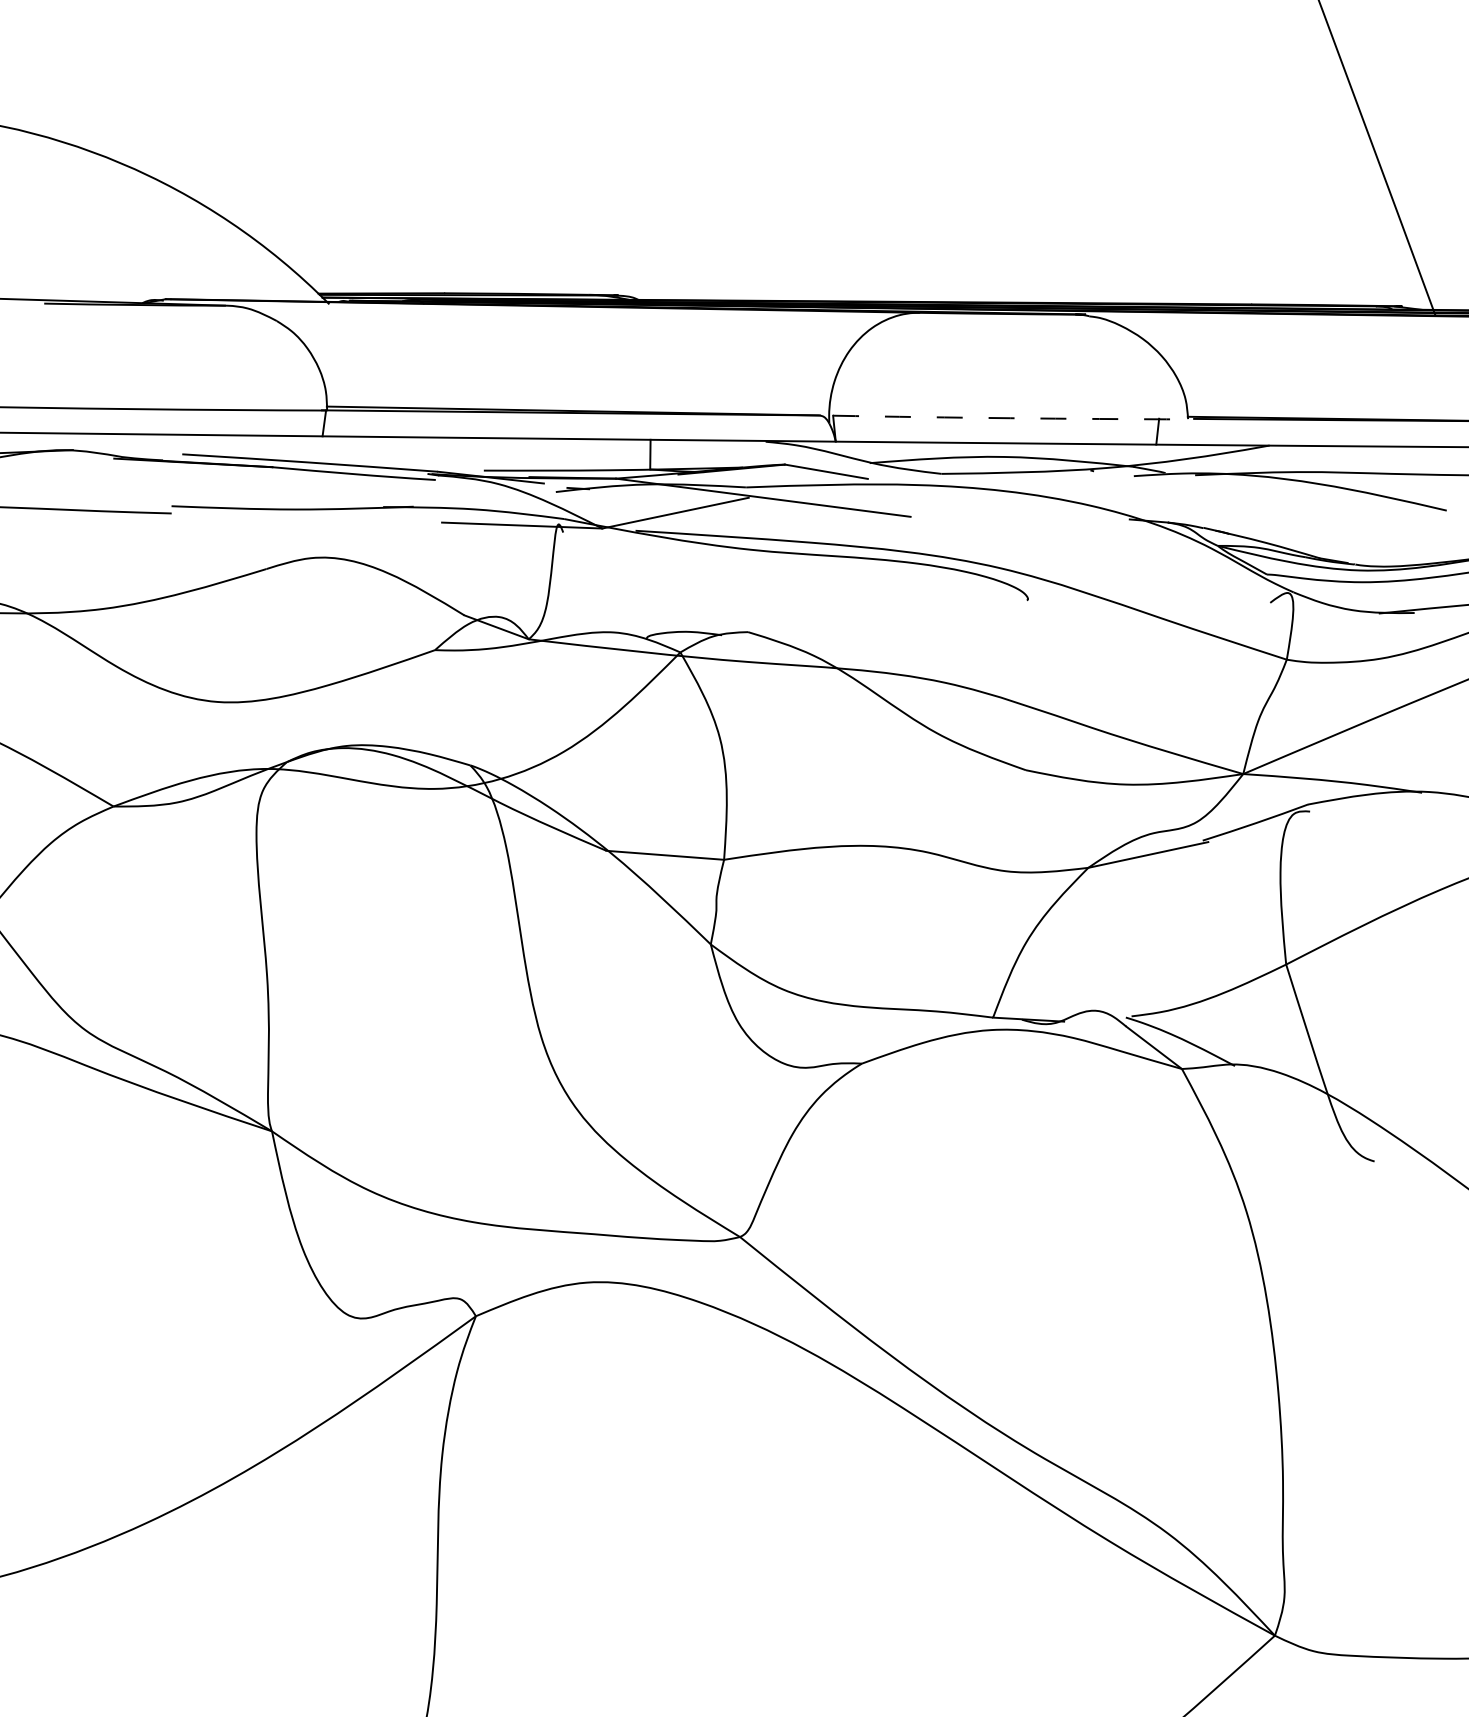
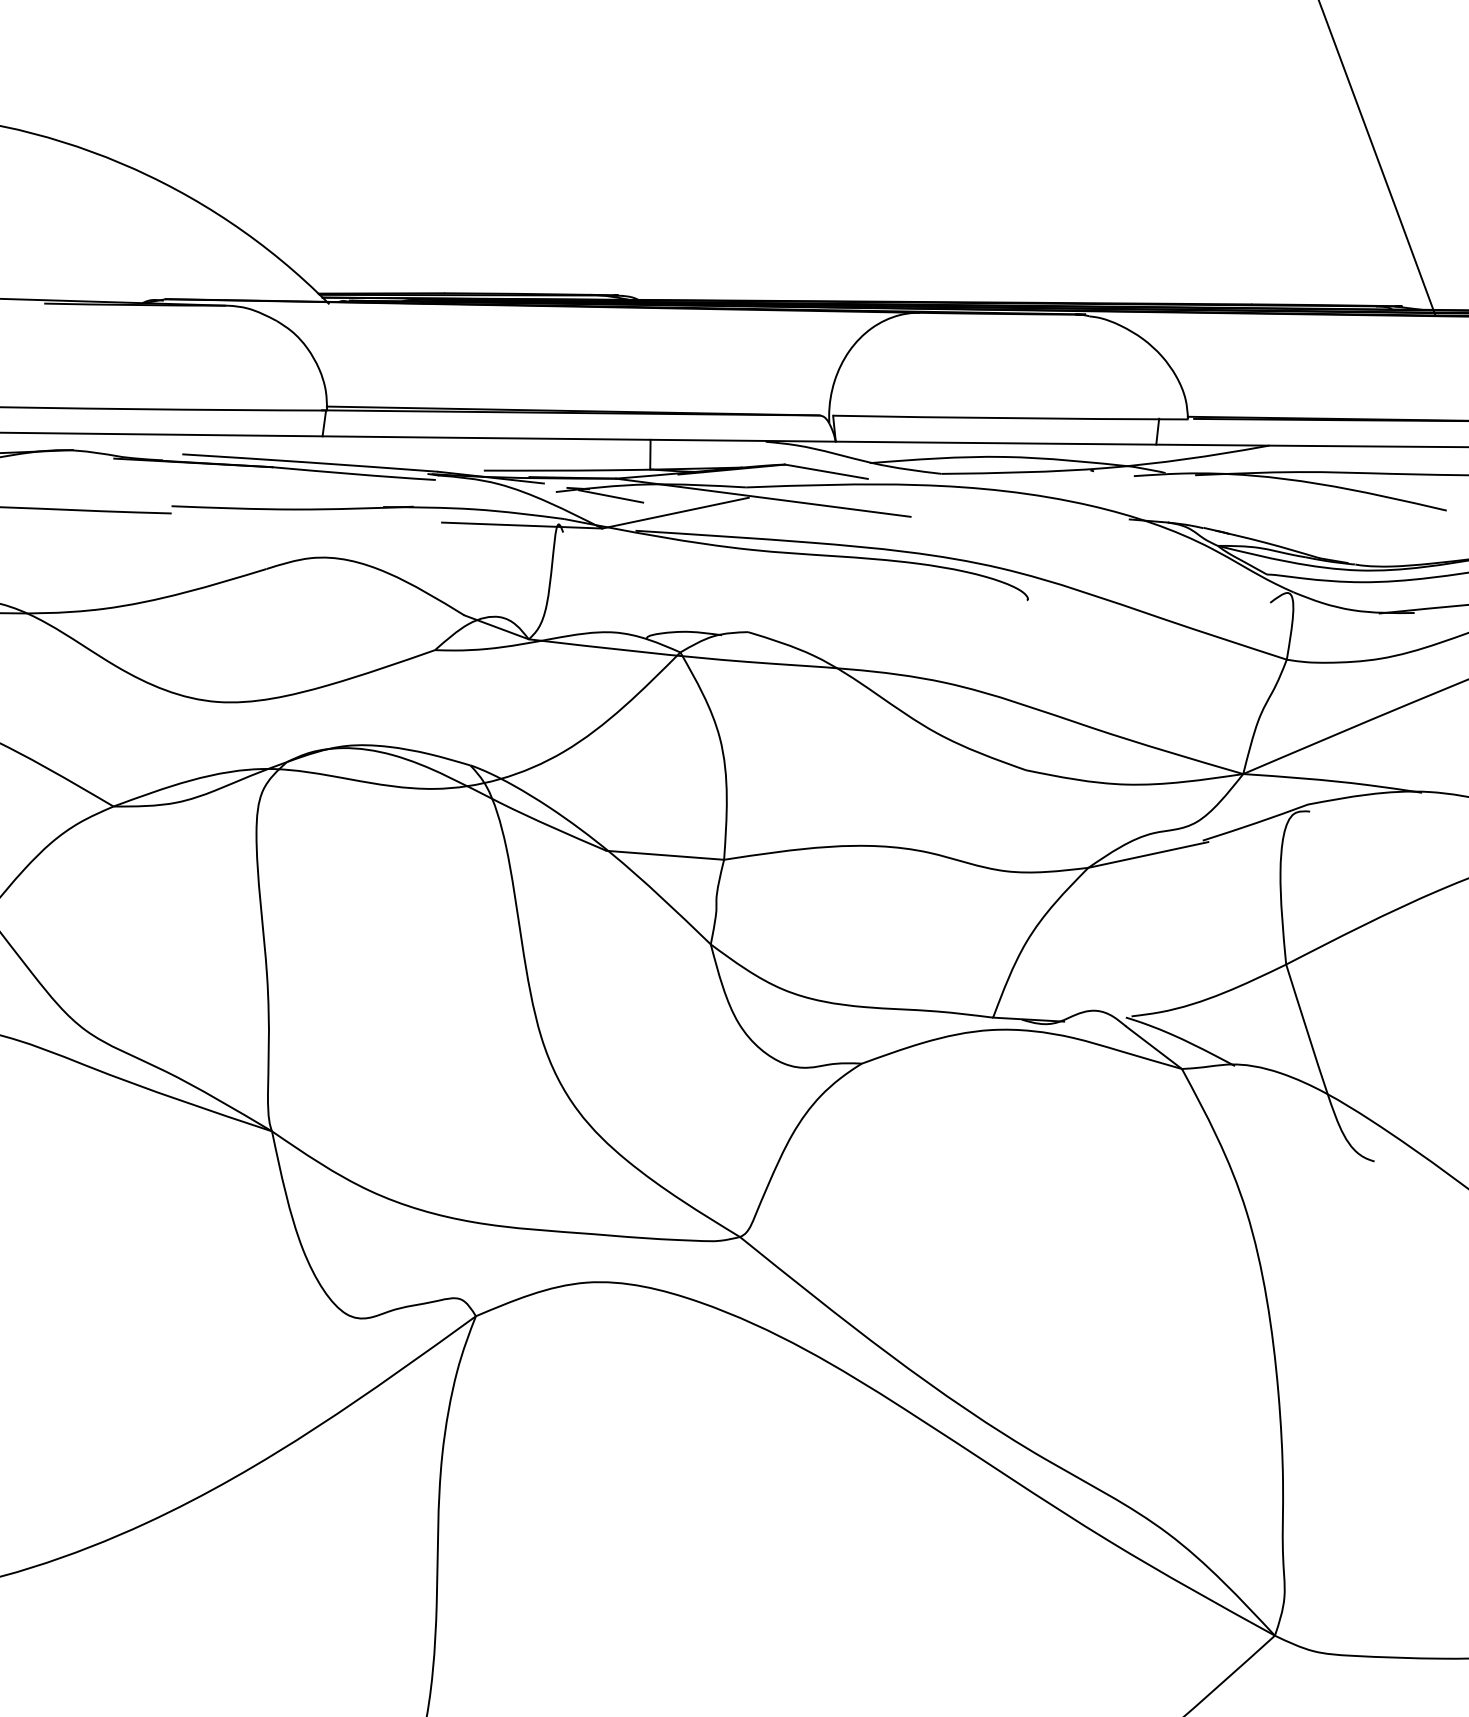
arc at (1010, 418): dashed -> solid
line at (611, 496): none -> present
